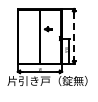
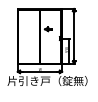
line at (74, 36): dashed -> solid
